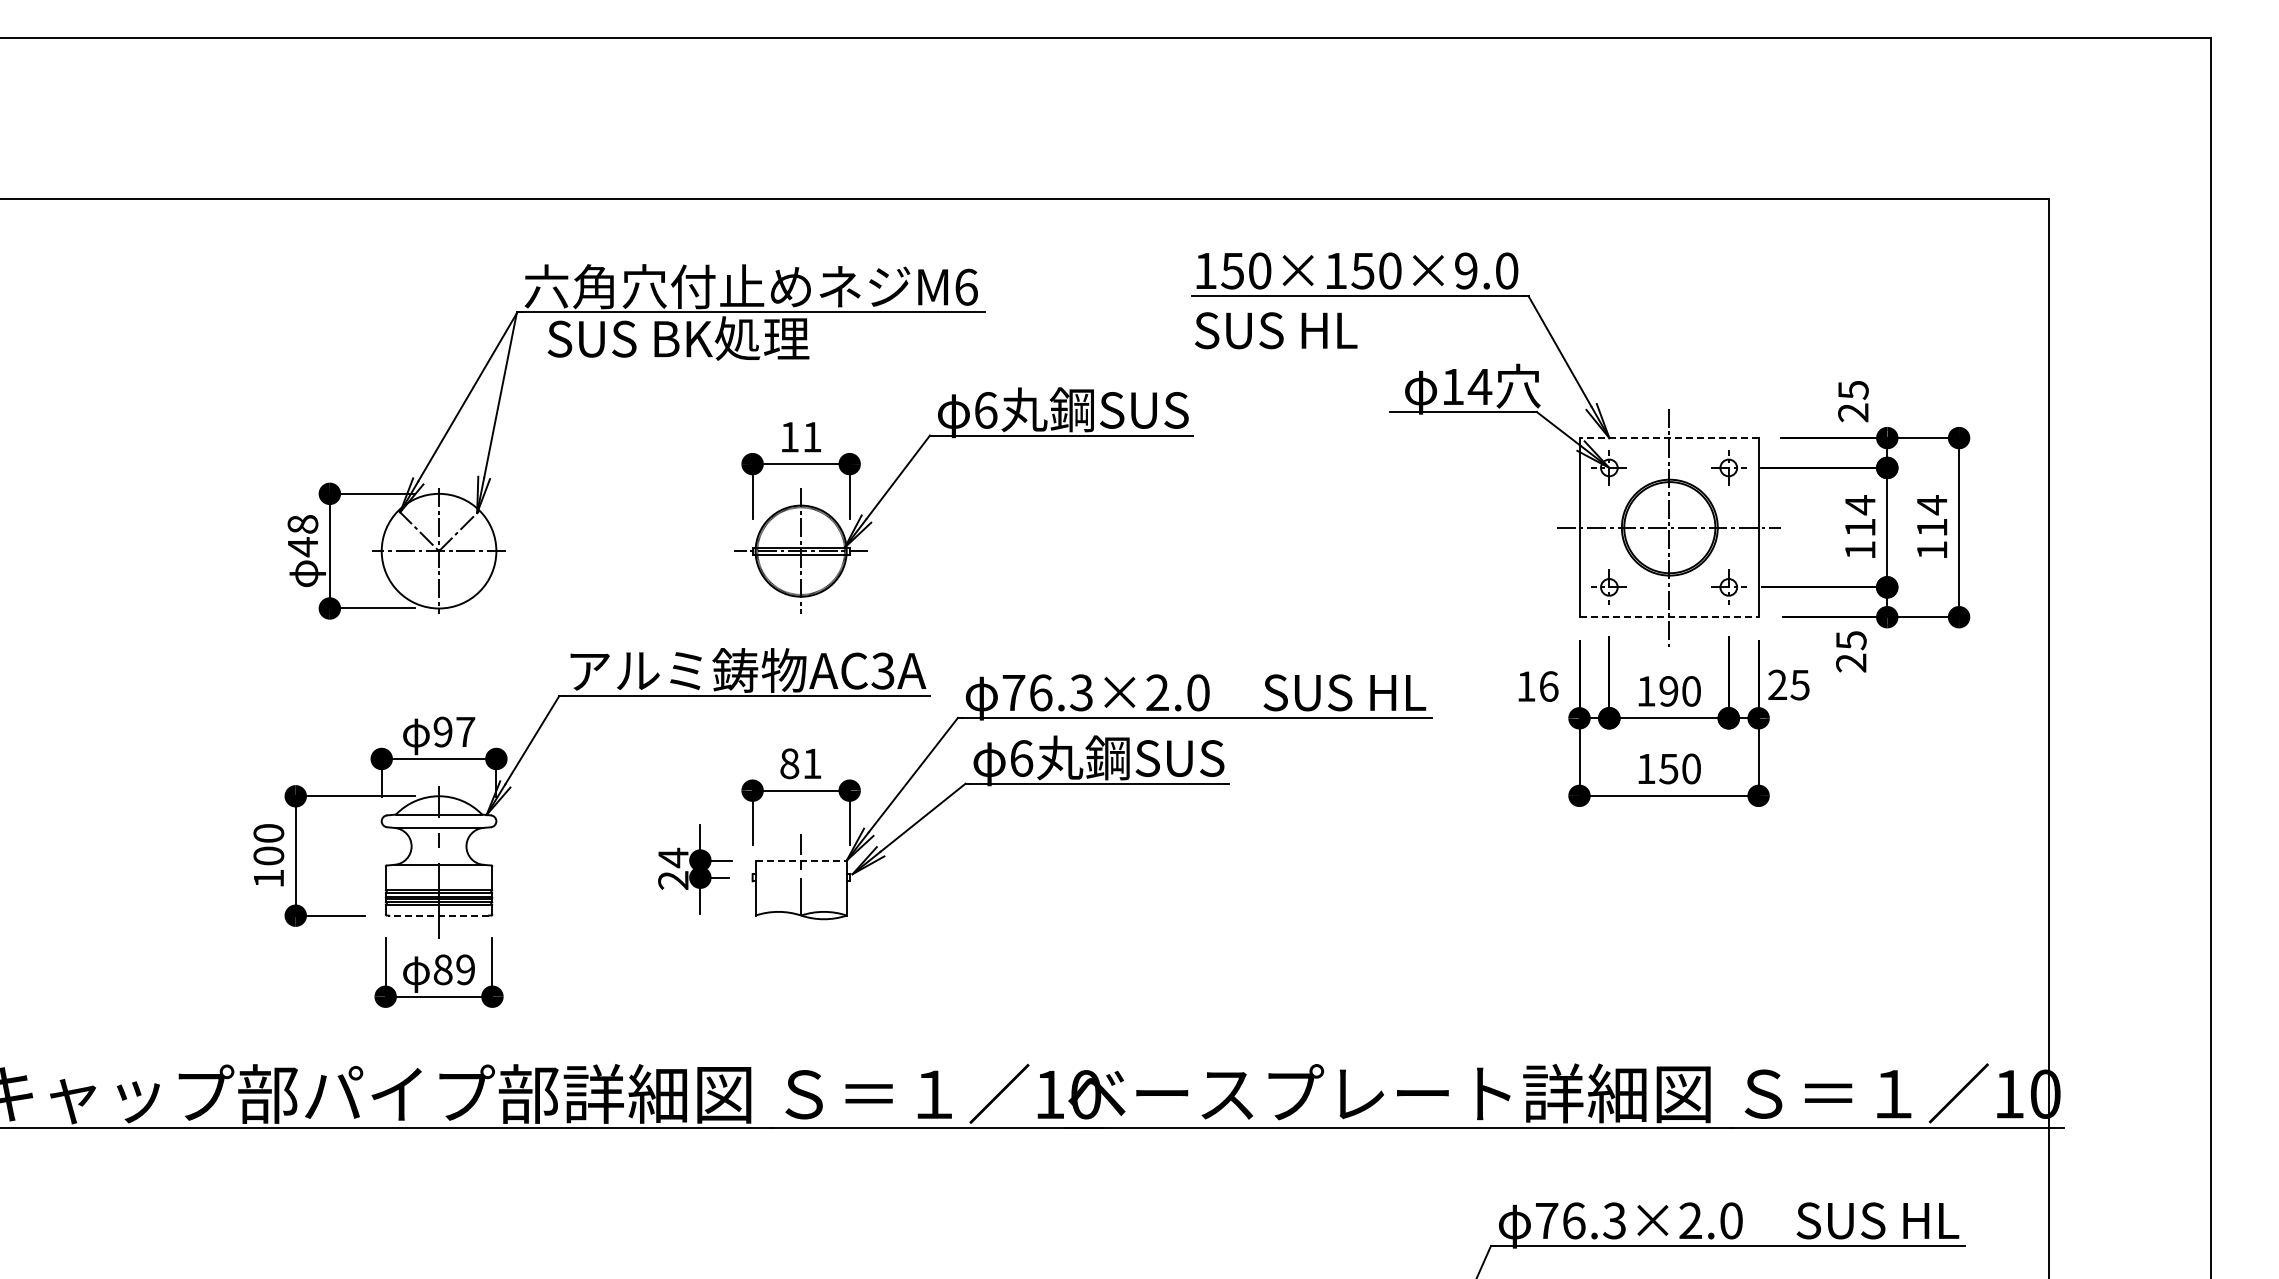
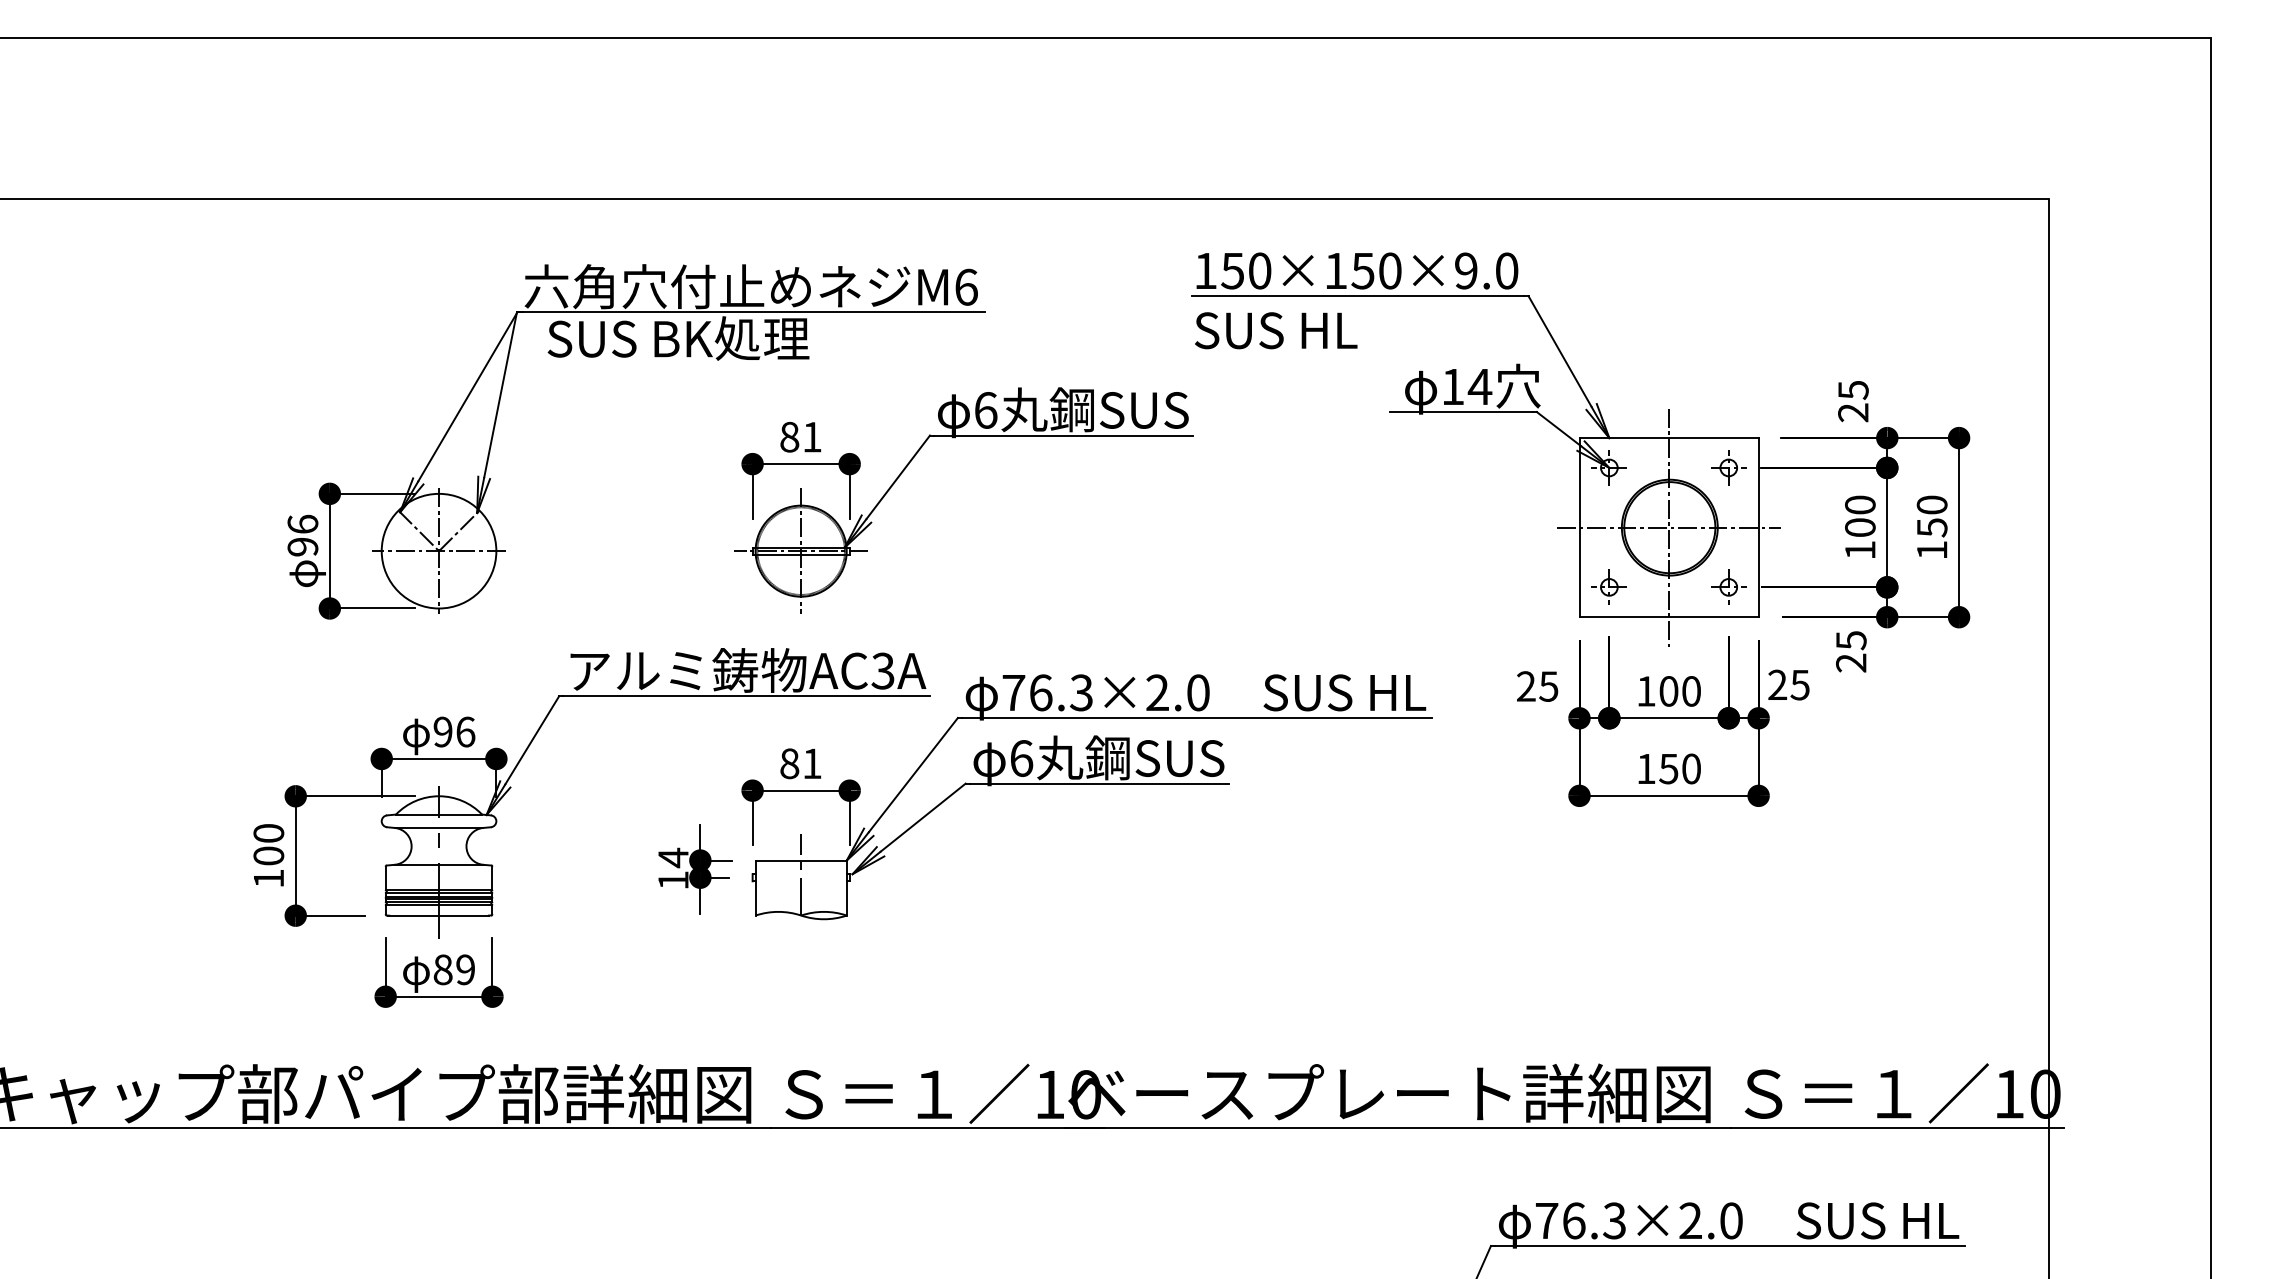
text at (789, 436): 11 -> 81
line at (1669, 438): dashed -> solid
text at (1860, 515): 114 -> 100
text at (1931, 516): 114 -> 150
text at (302, 535): 48 -> 96
line at (1669, 617): dashed -> solid
text at (1537, 686): 16 -> 25
text at (1668, 691): 190 -> 100
text at (465, 731): 97 -> 96
line at (801, 860): dashed -> solid
text at (673, 880): 24 -> 14
line at (437, 915): dashed -> solid
